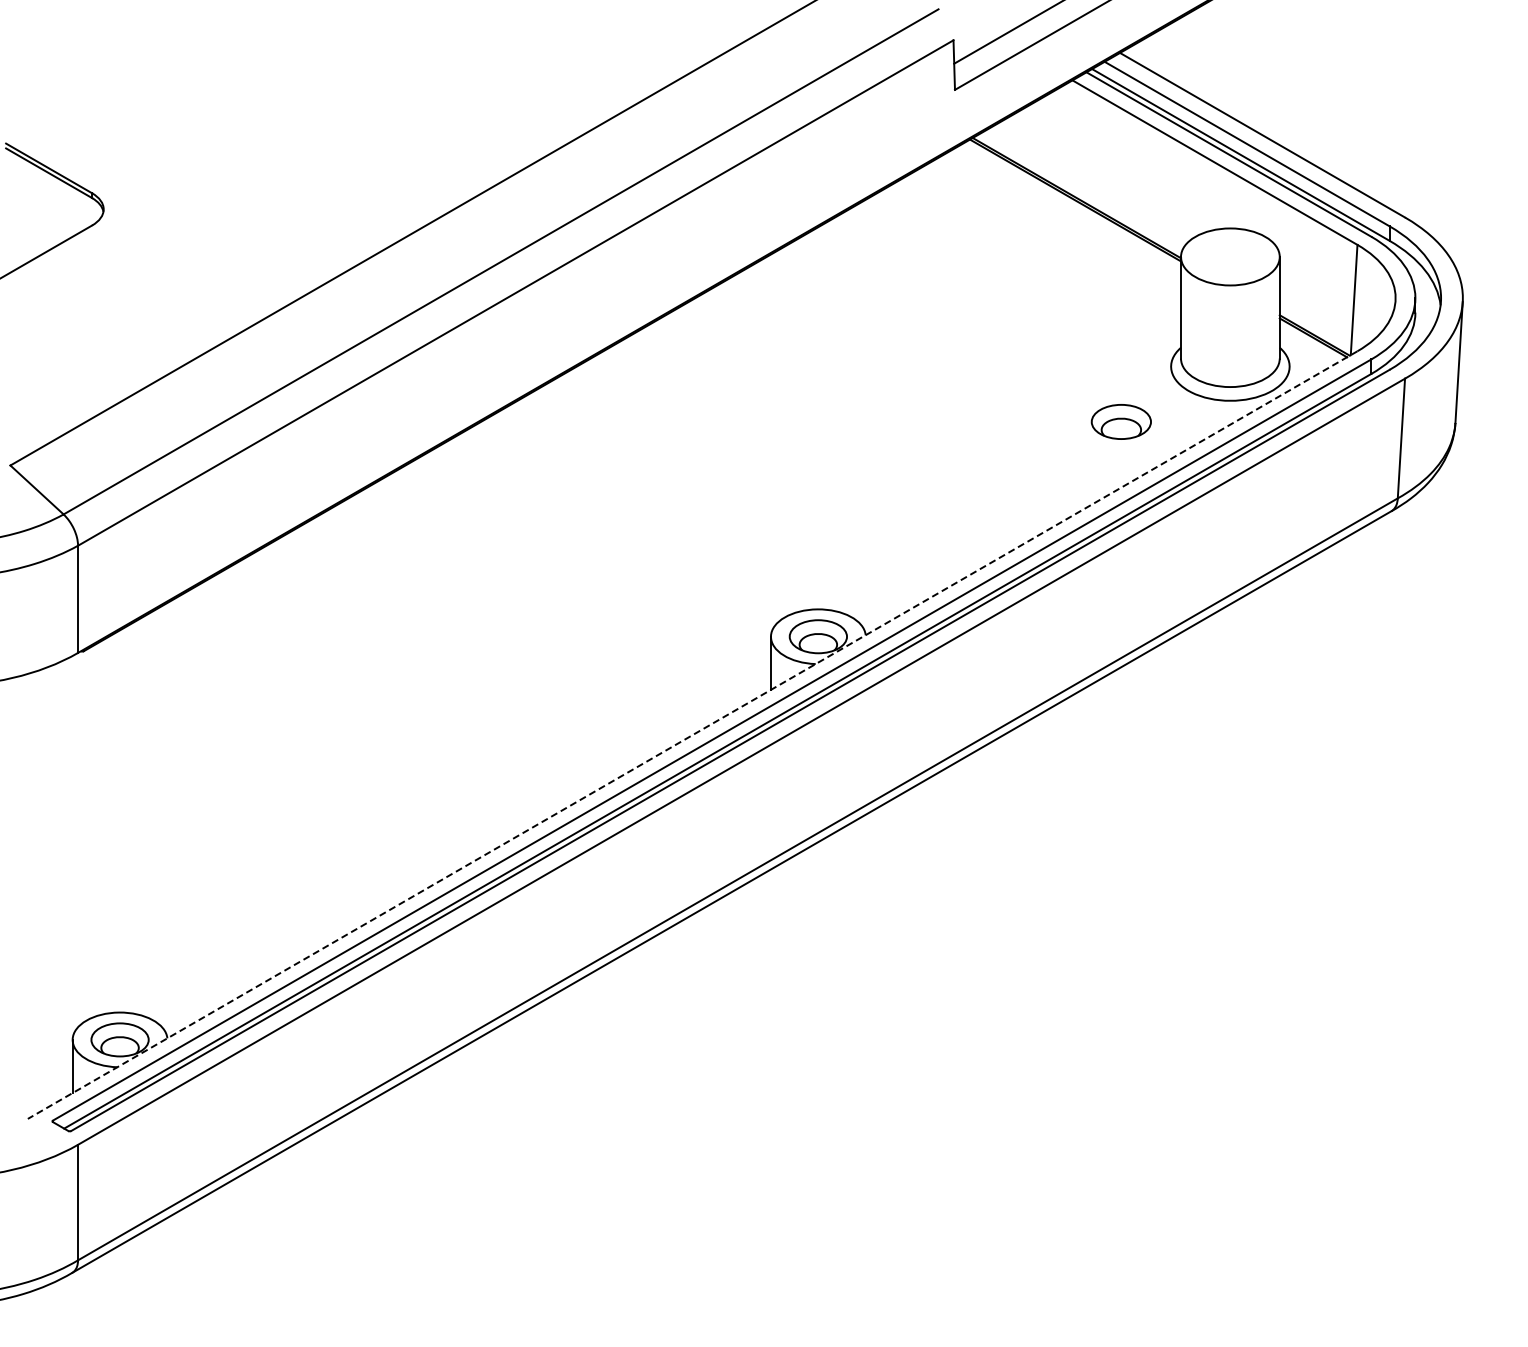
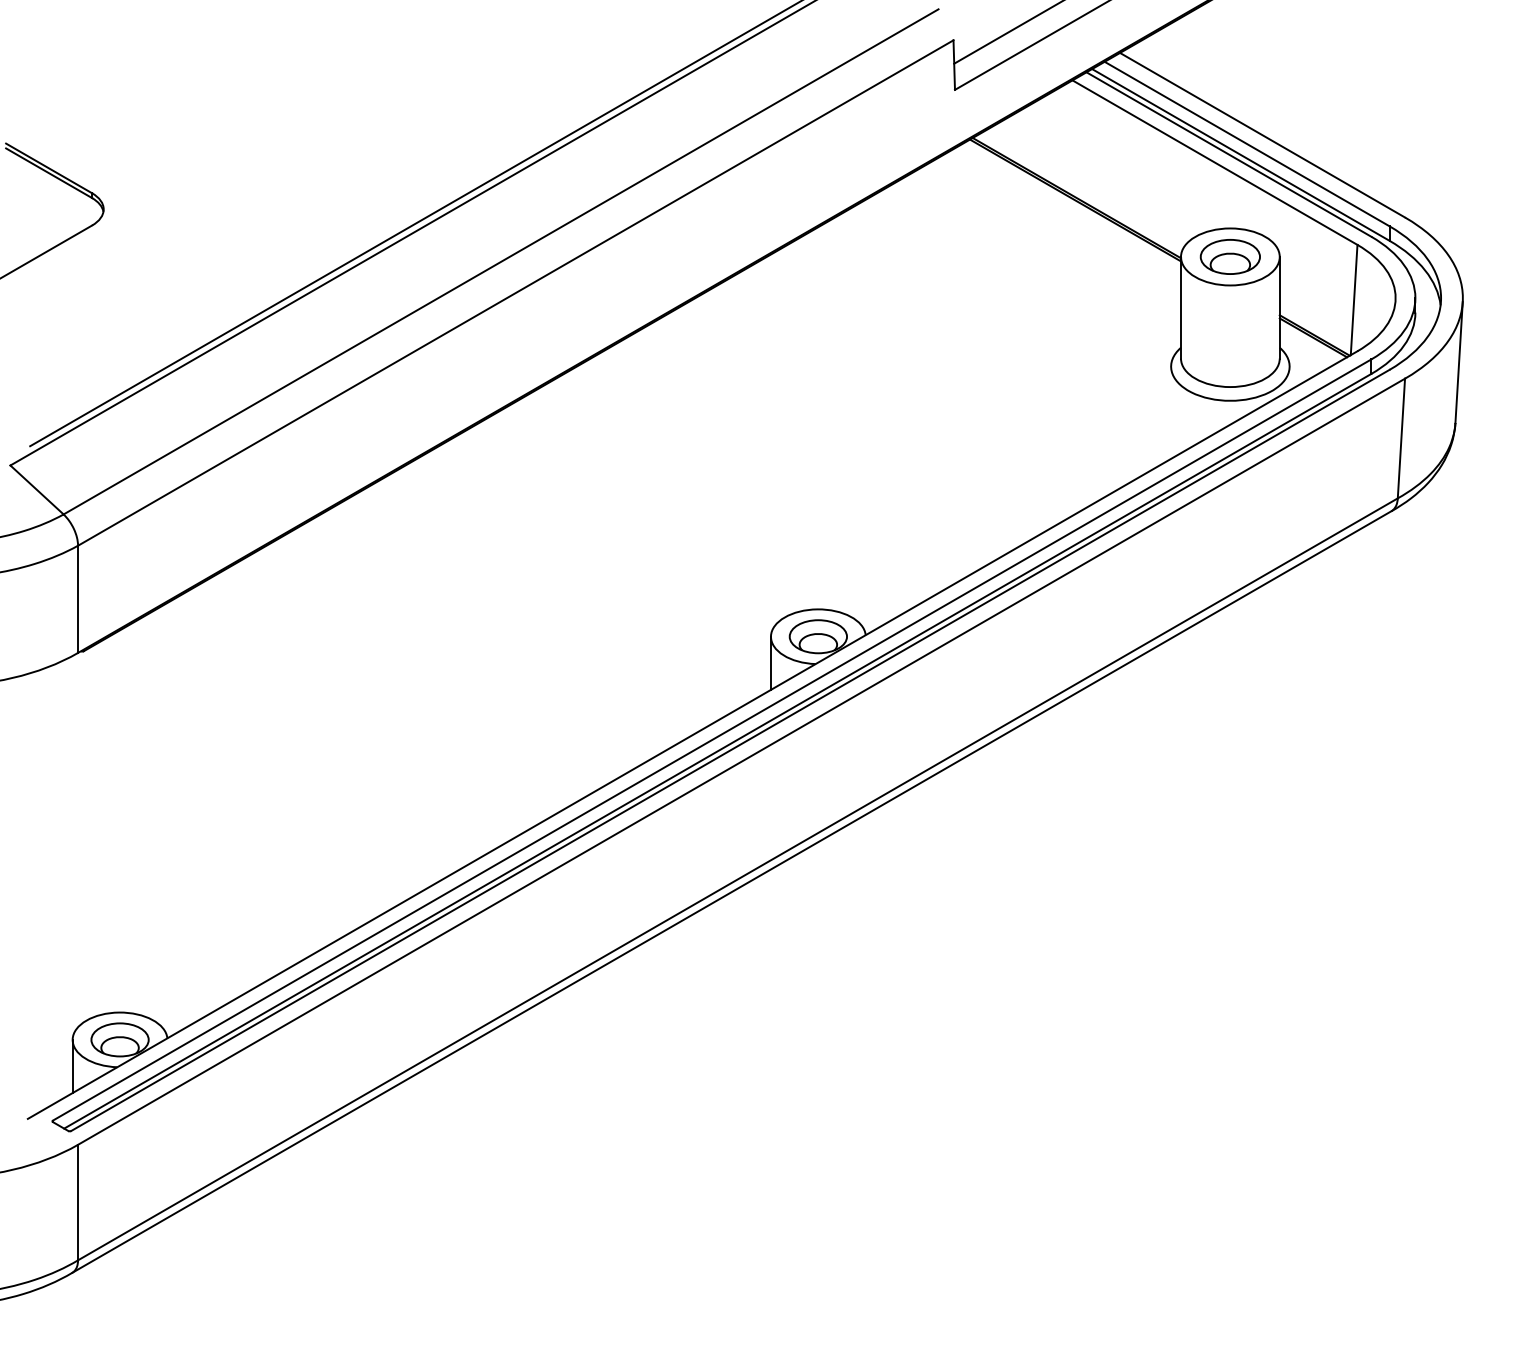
line at (414, 224): none -> present
part at (1120, 421) position: (1120, 421) -> (1229, 256)
line at (692, 735): dashed -> solid
